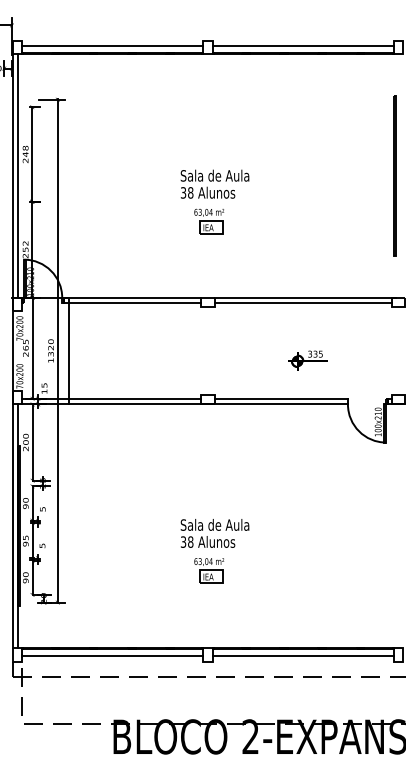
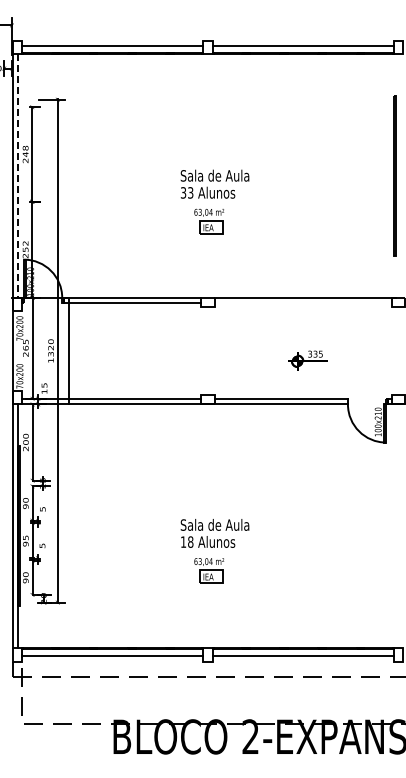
line at (18, 175): solid -> dashed
text at (190, 192): 38 -> 33
line at (302, 303): present -> none
text at (183, 541): 38 -> 18
